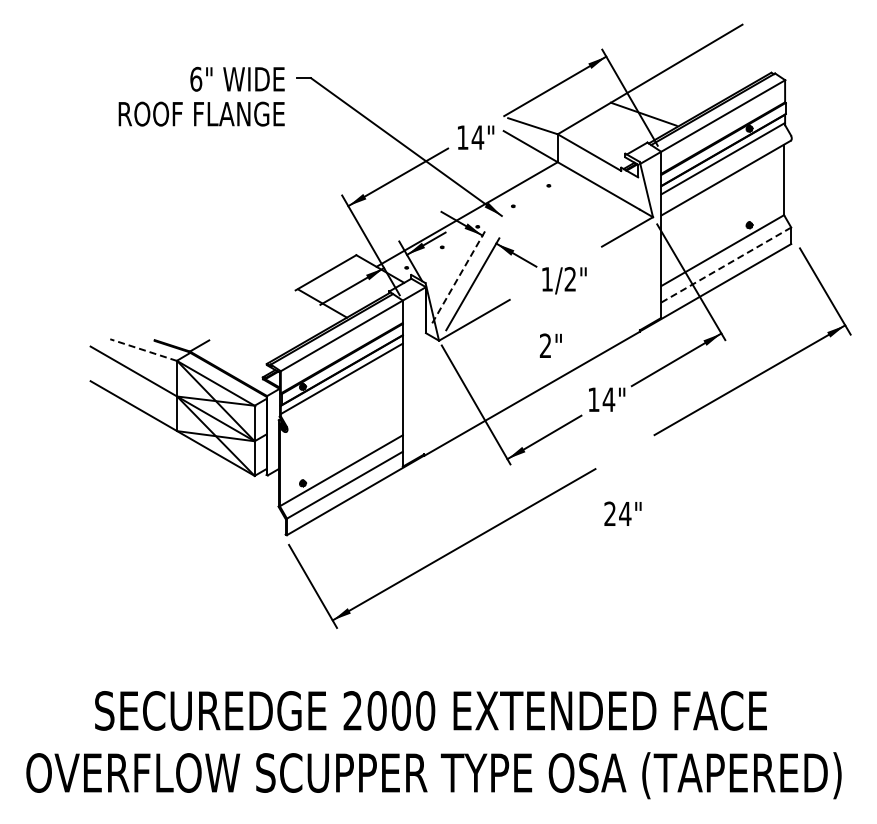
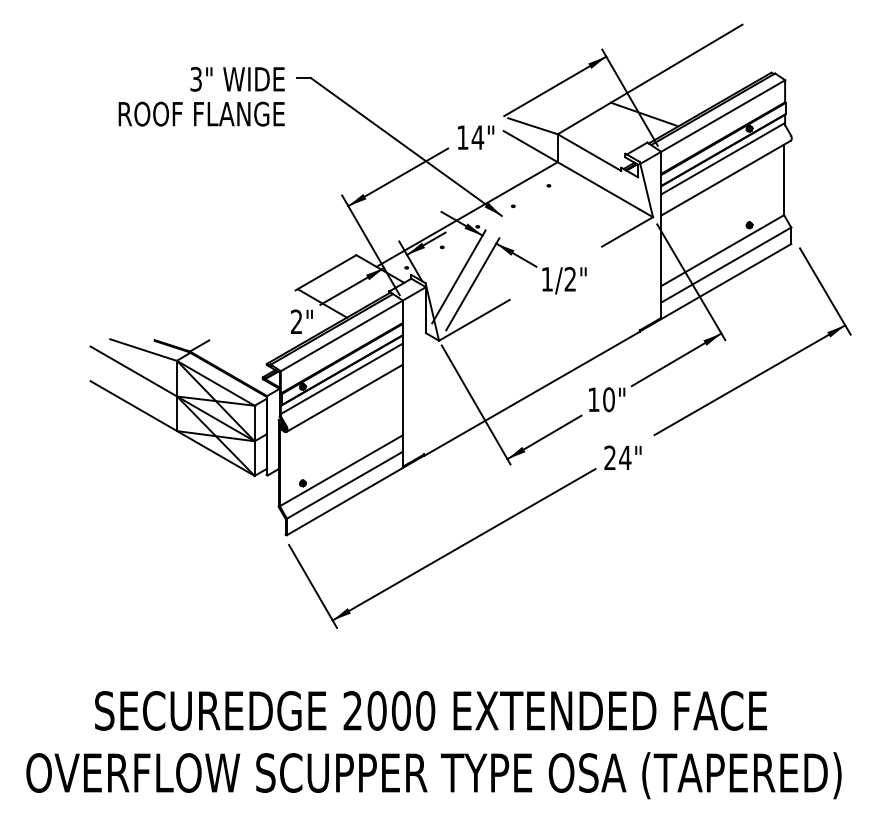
text at (196, 78): 6" -> 3"
line at (725, 265): dashed -> solid
line at (458, 276): dashed -> solid
text at (550, 345) position: (550, 345) -> (301, 321)
line at (143, 349): dashed -> solid
line at (344, 397): none -> present
text at (608, 399): 14" -> 10"
text at (622, 513) position: (622, 513) -> (622, 457)
